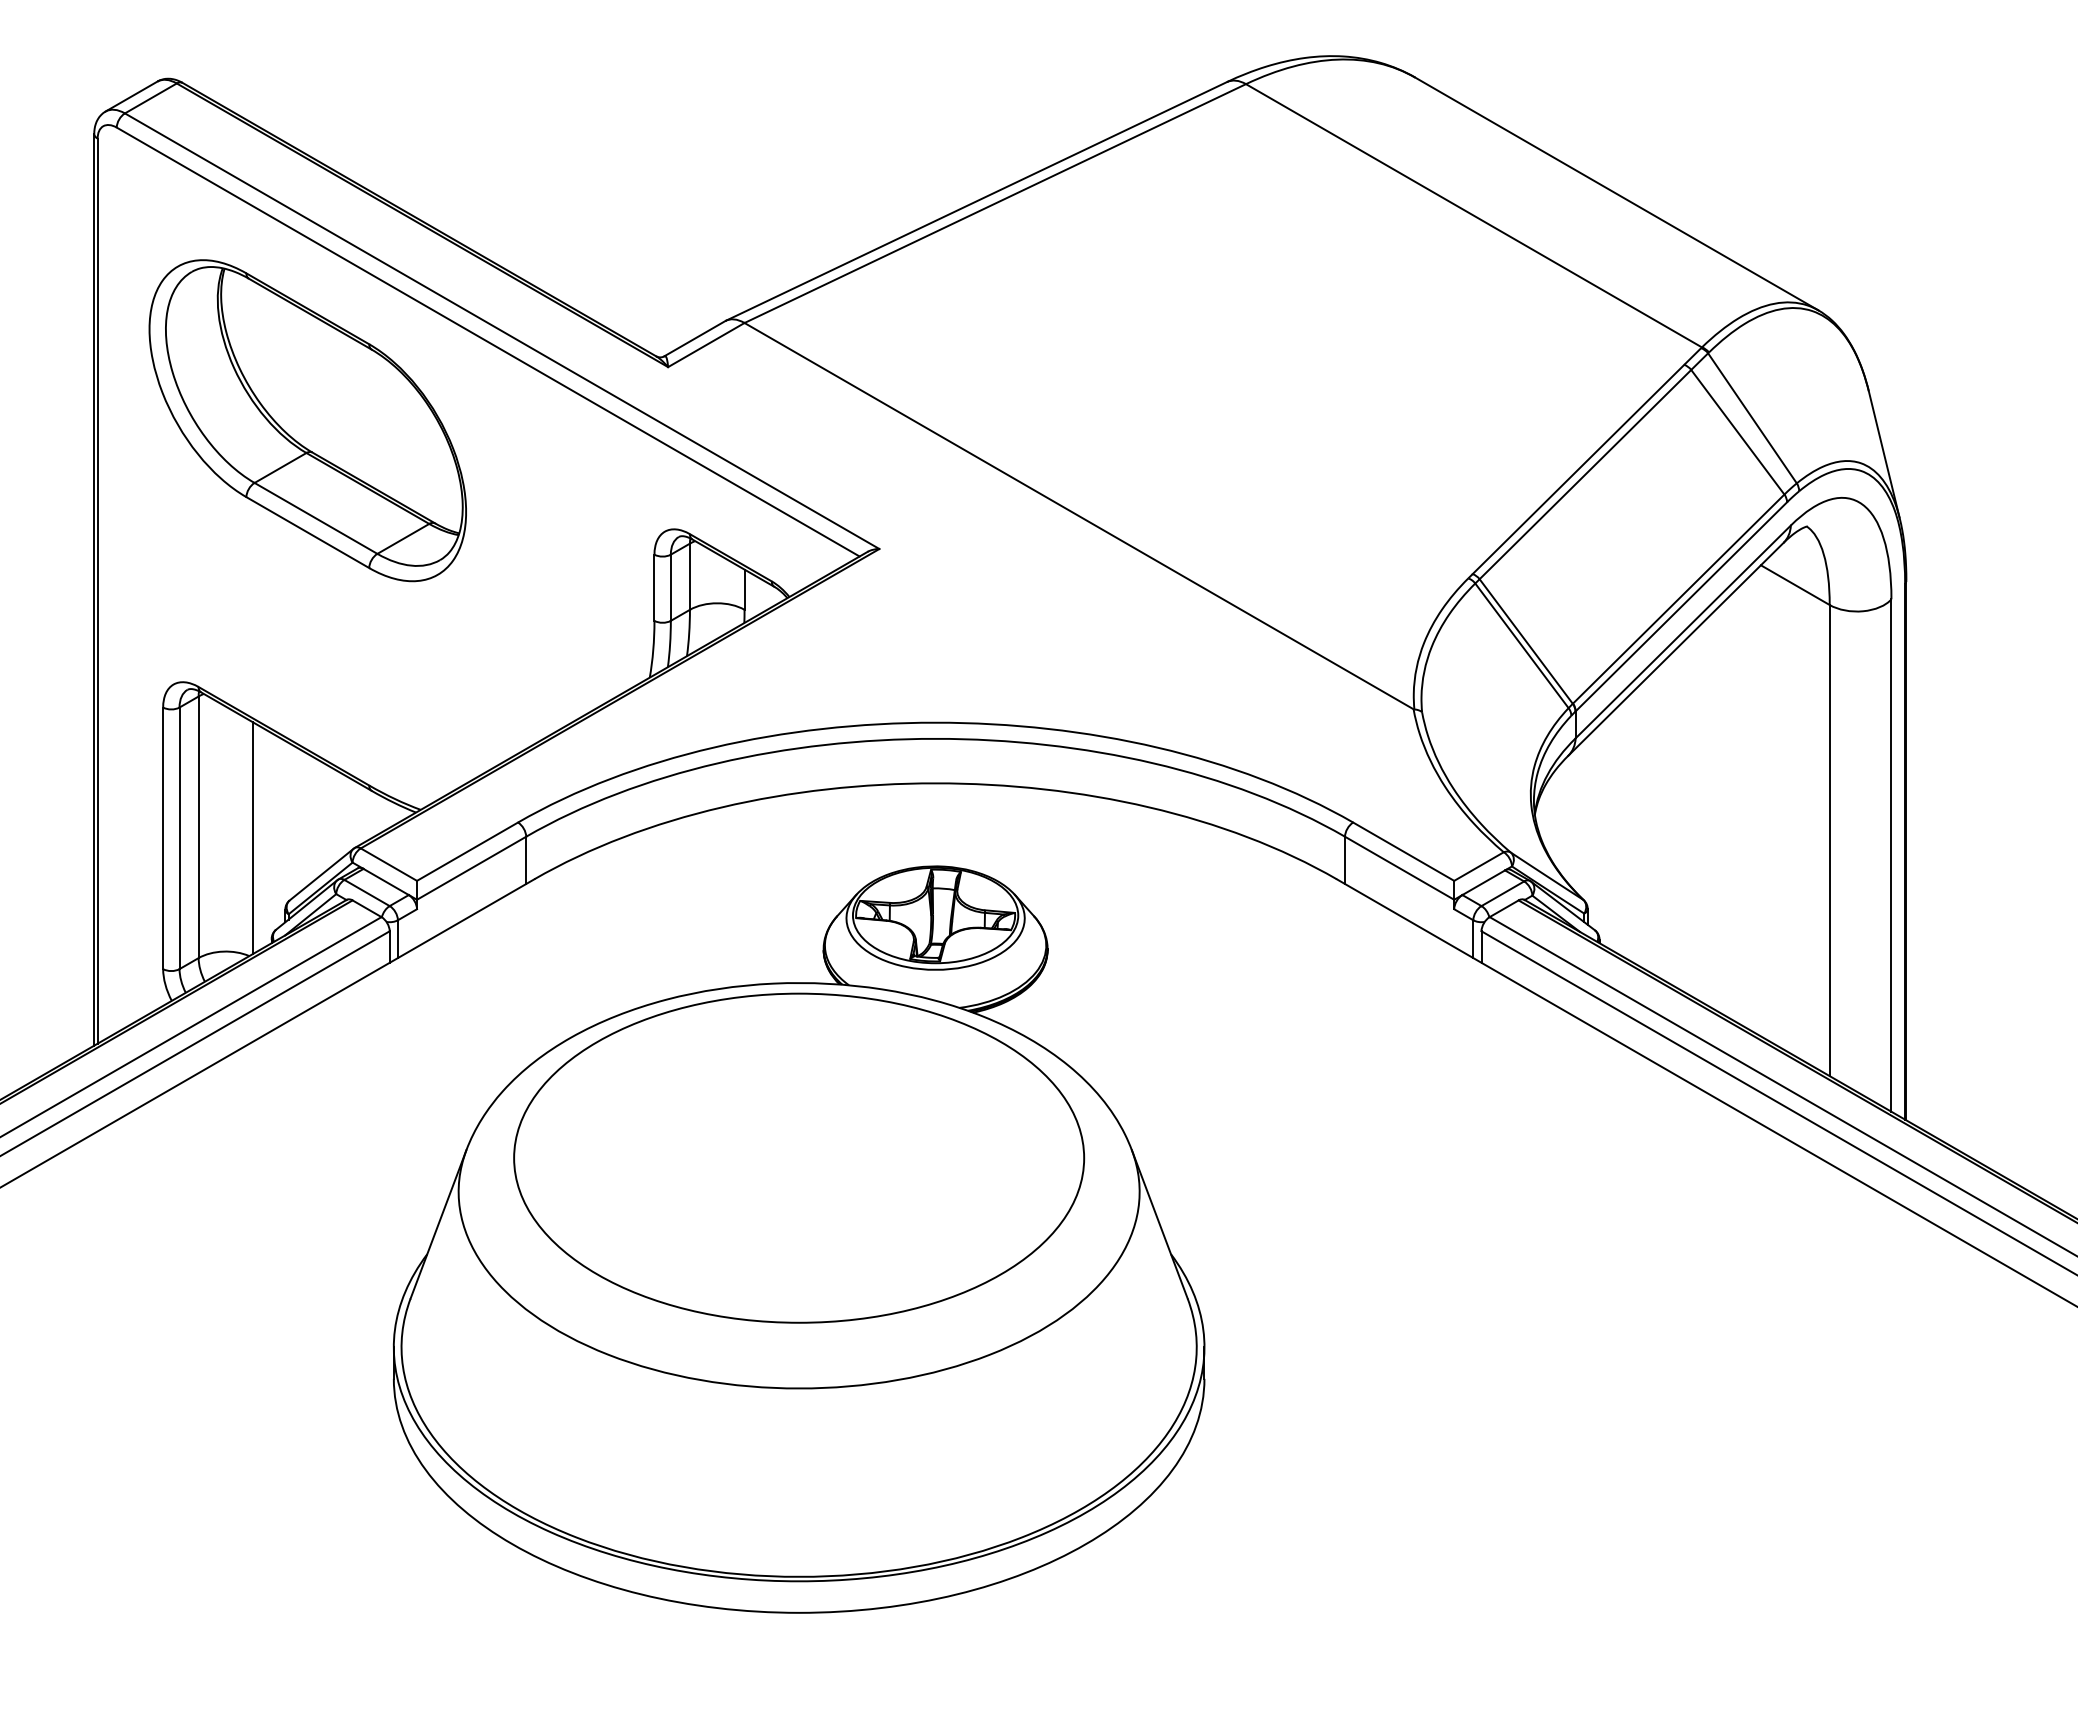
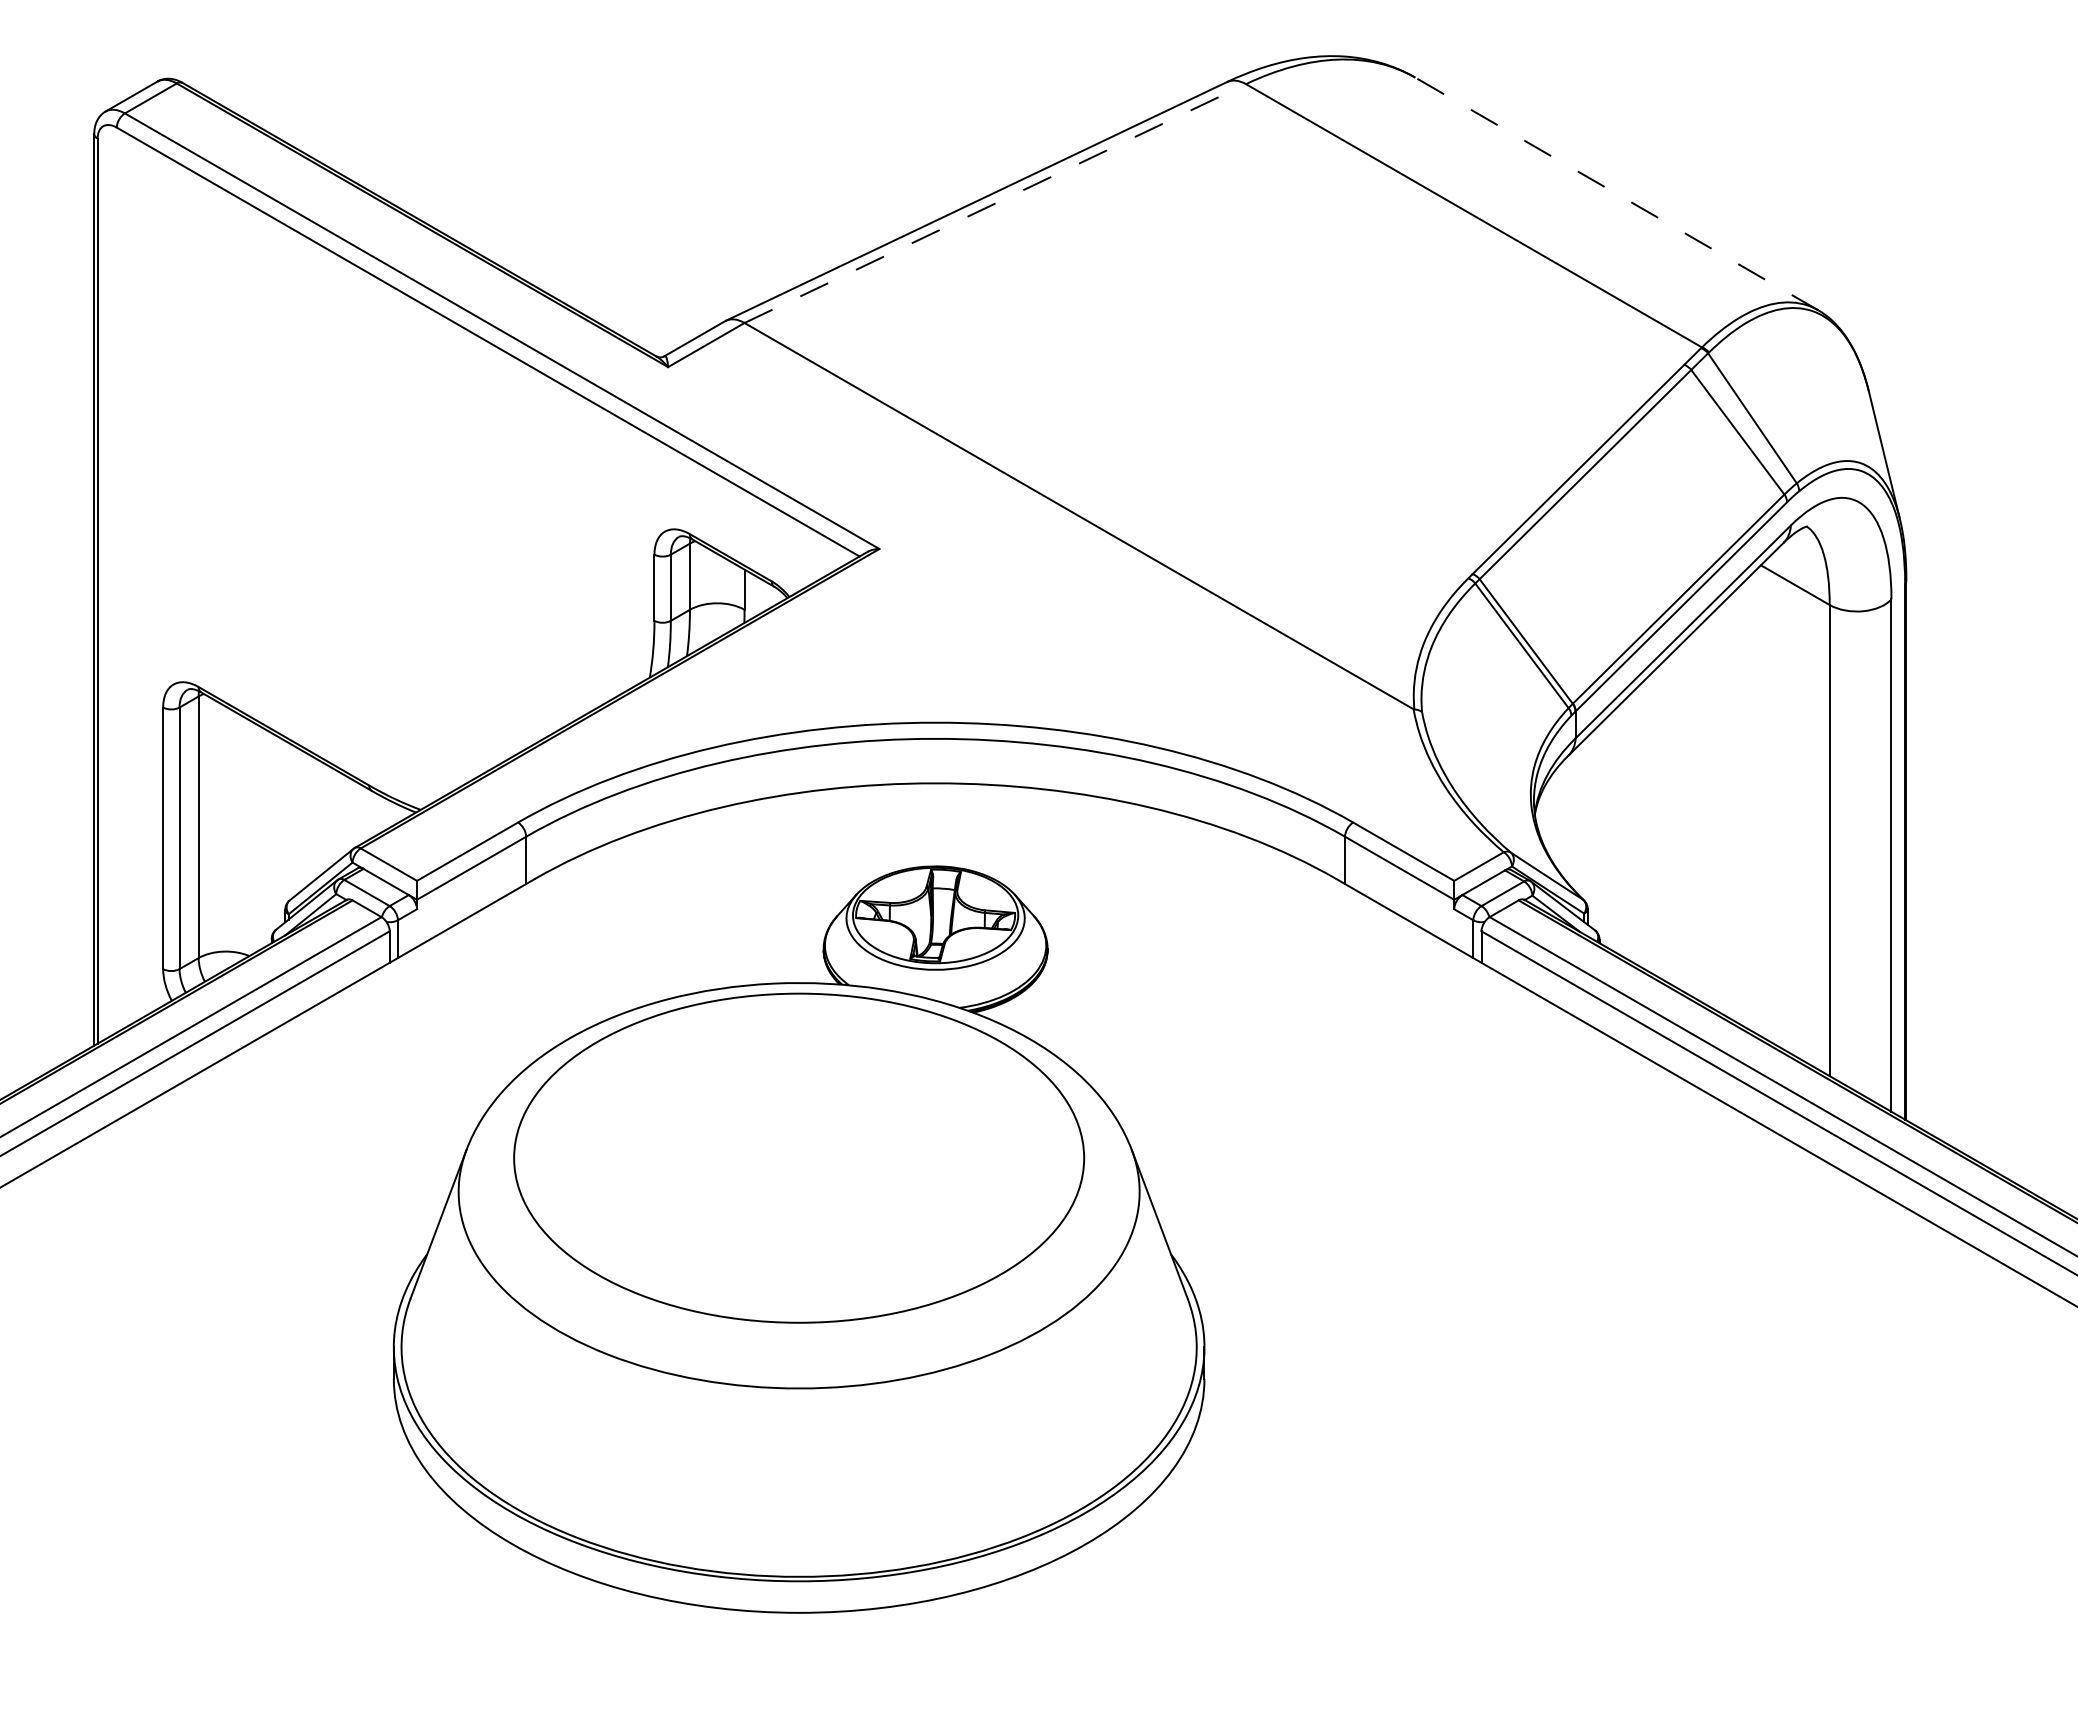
line at (1616, 194): solid -> dashed
line at (995, 203): solid -> dashed
part at (307, 420): present -> none
line at (253, 837): present -> none
